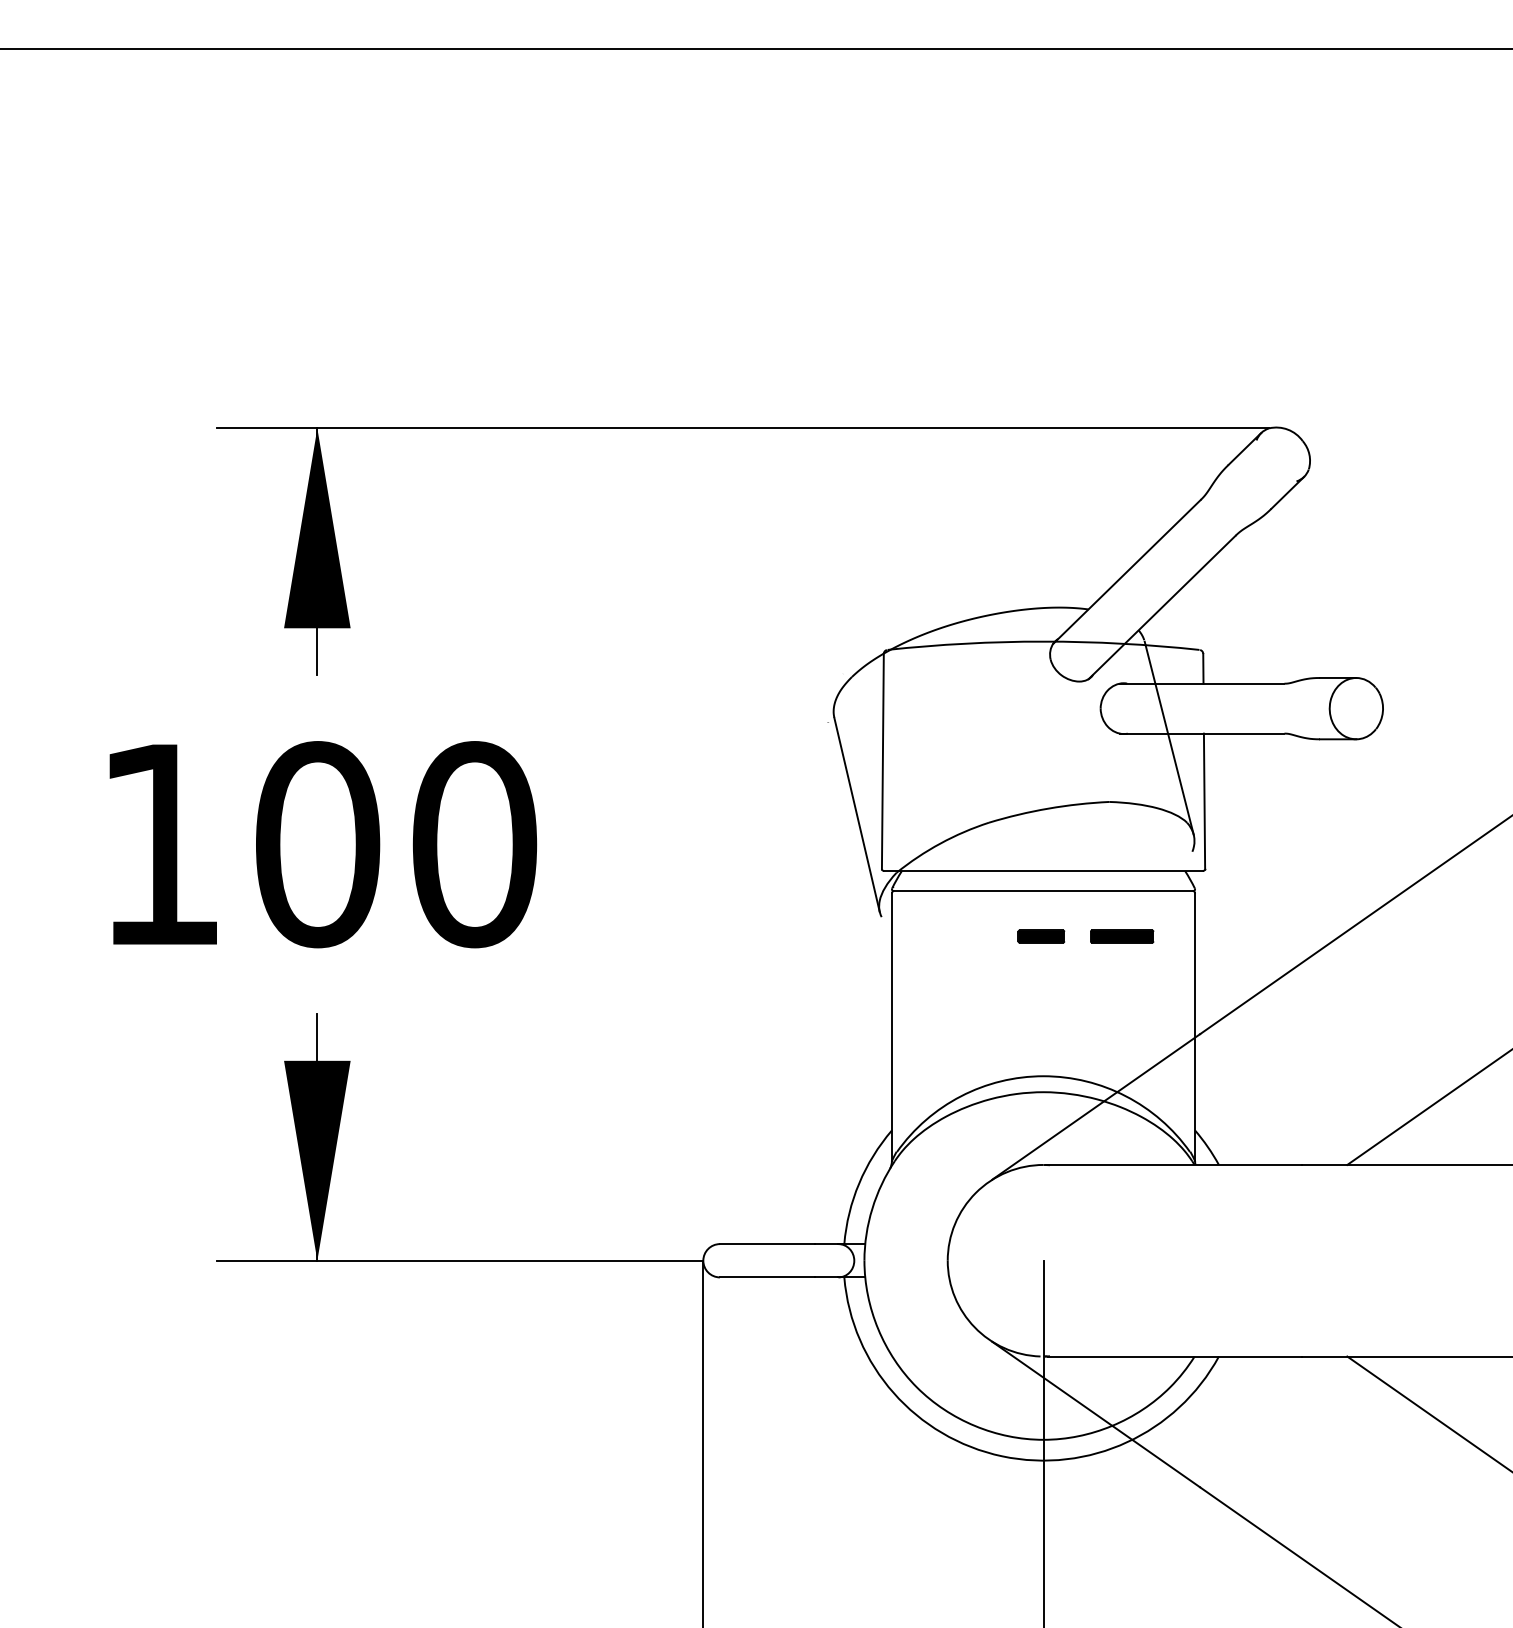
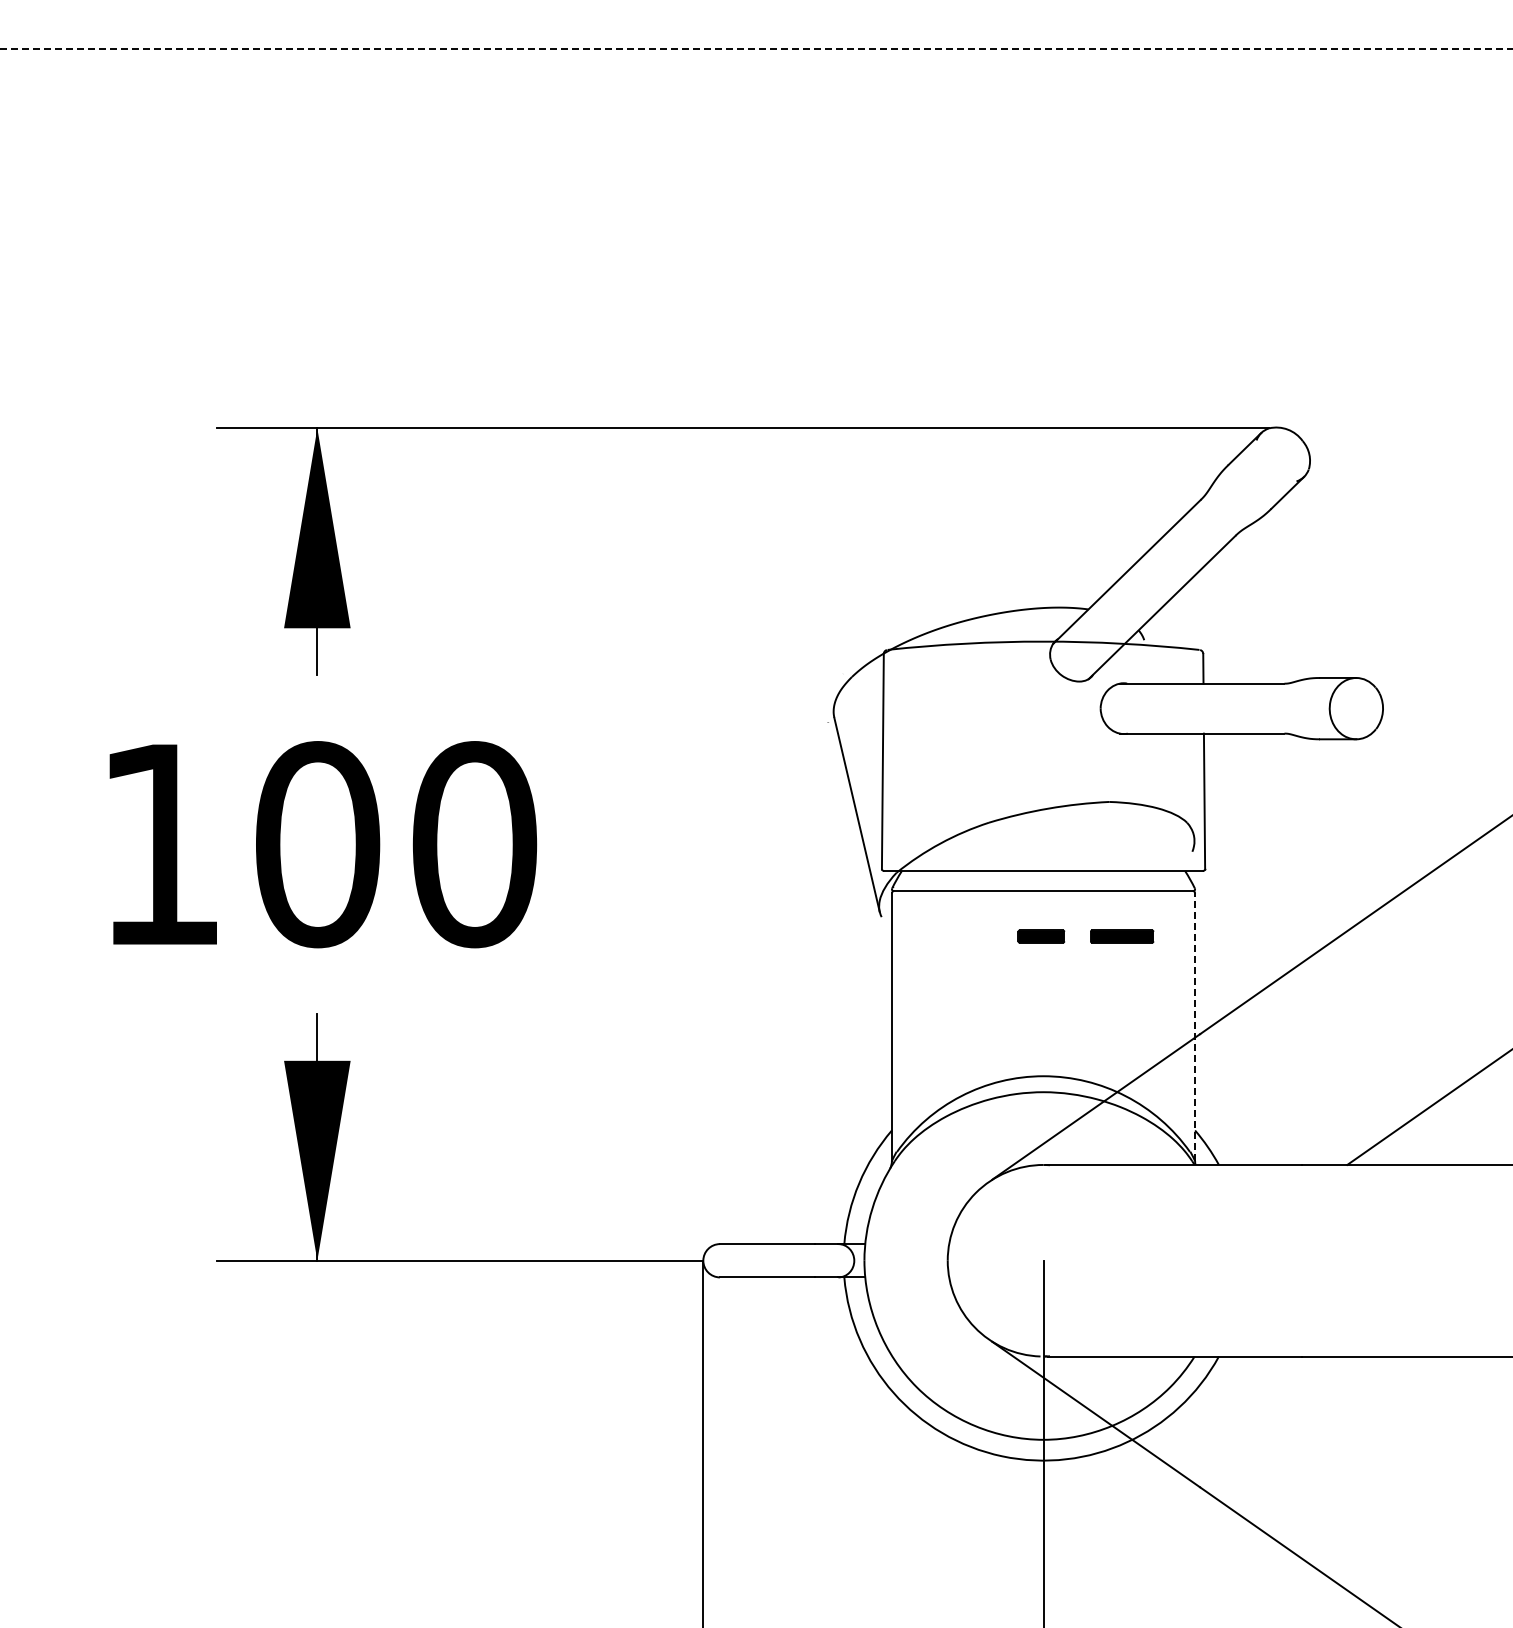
line at (756, 48): solid -> dashed
line at (1168, 737): present -> none
line at (1195, 1027): solid -> dashed
line at (1428, 1413): present -> none
